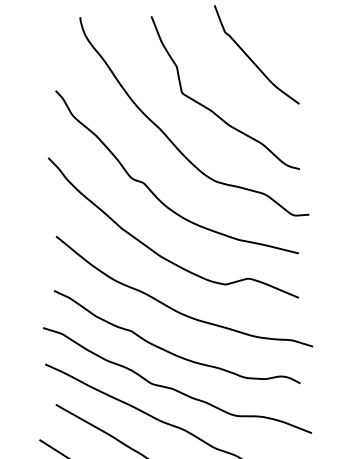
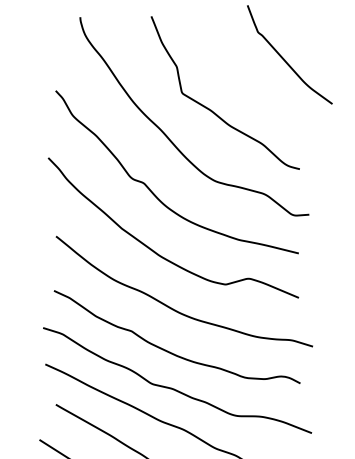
curve at (251, 58) position: (251, 58) -> (284, 58)
